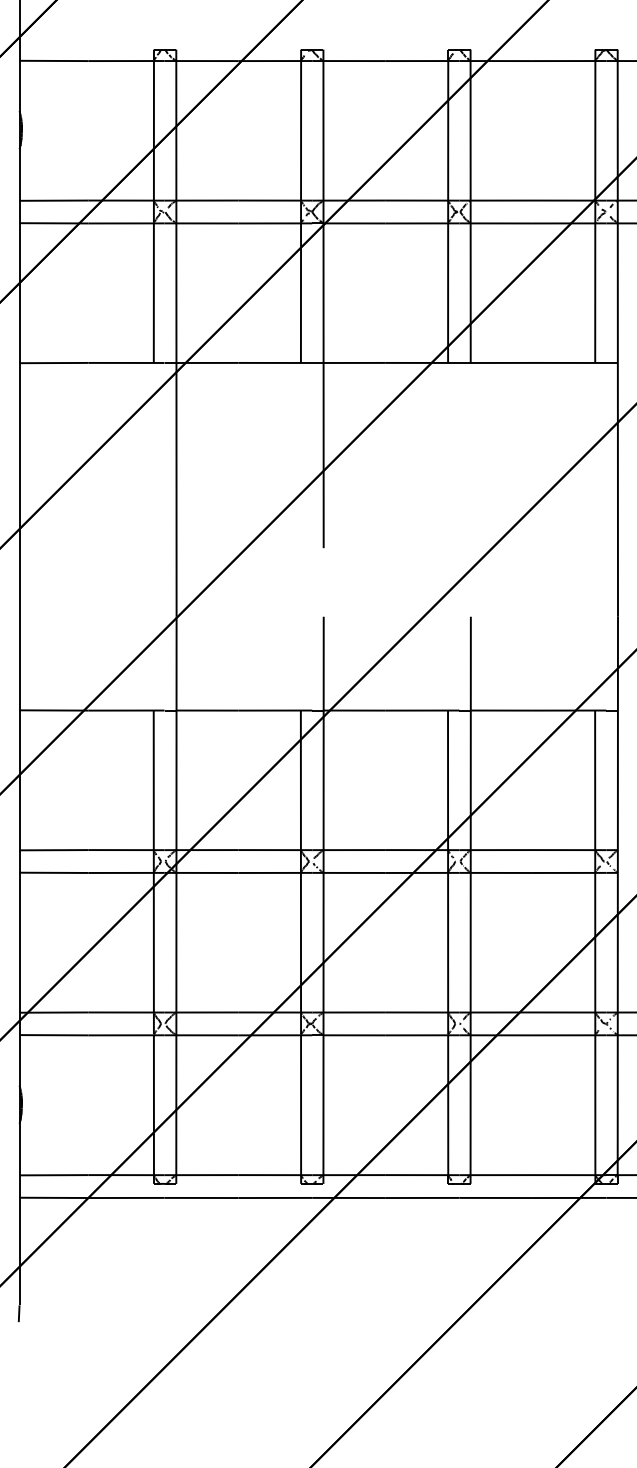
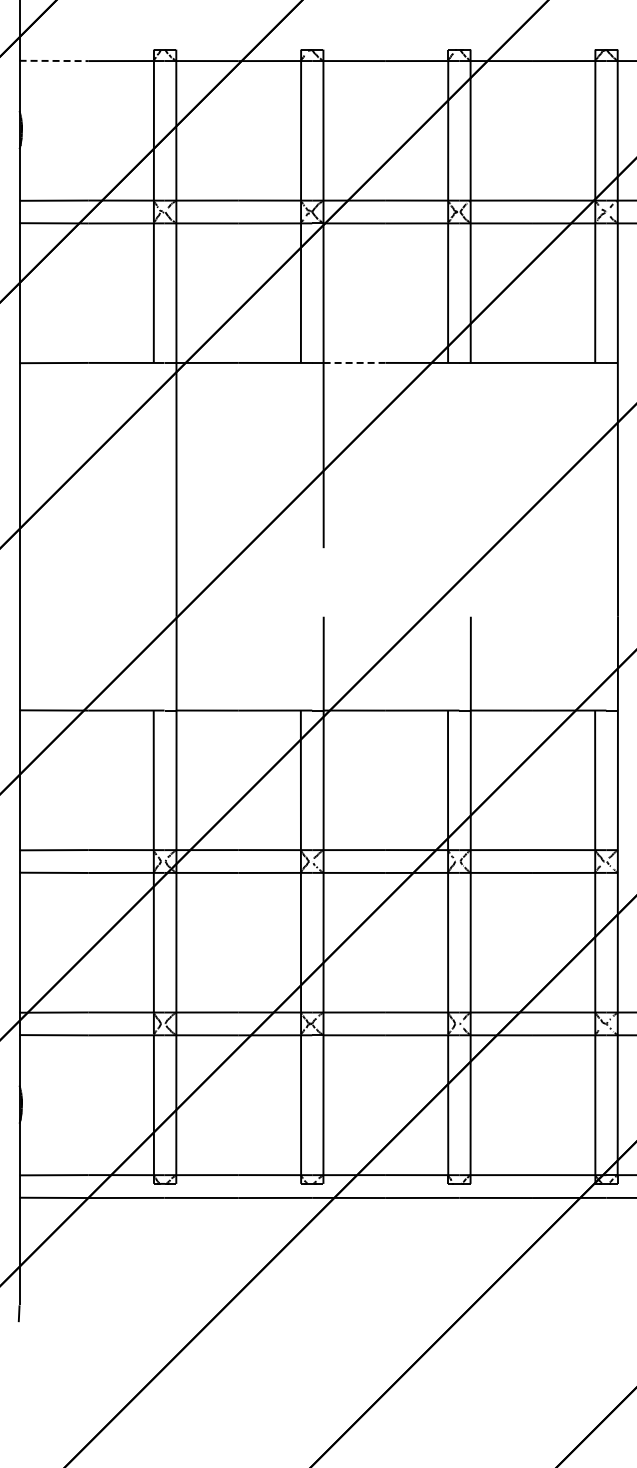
line at (54, 60): solid -> dashed
line at (355, 362): solid -> dashed
